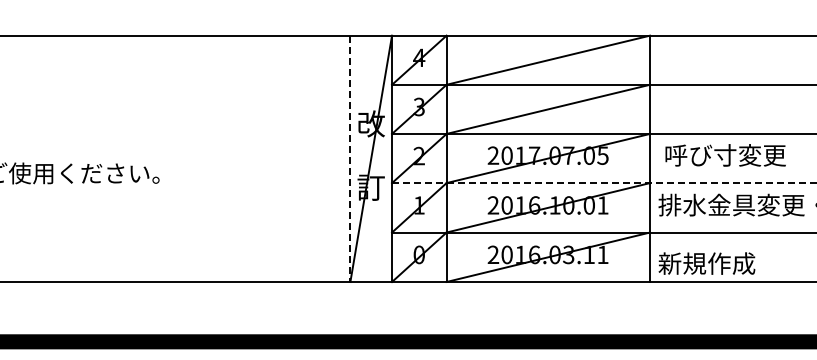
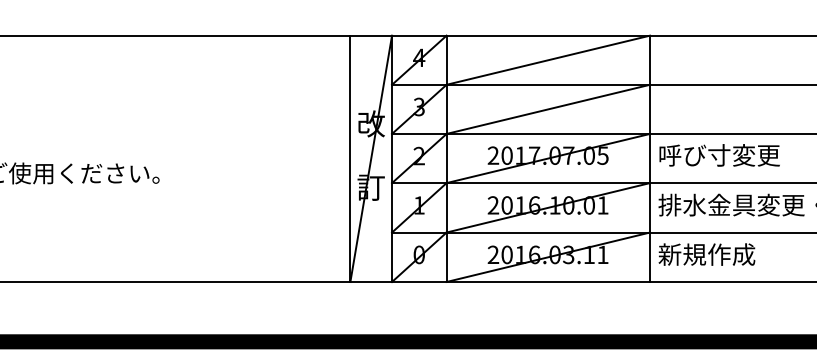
text at (725, 155) position: (725, 155) -> (719, 155)
line at (350, 159): dashed -> solid
line at (604, 183): dashed -> solid
text at (706, 263) position: (706, 263) -> (706, 254)
